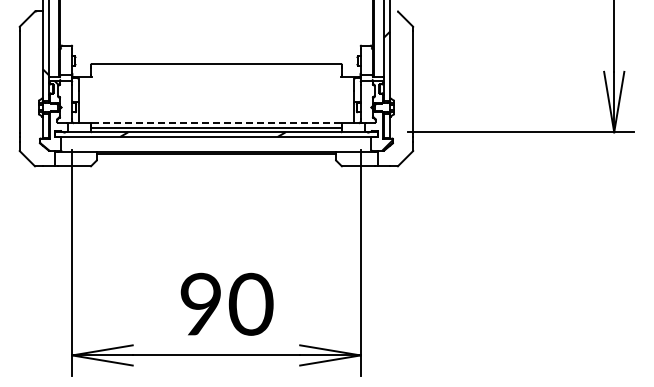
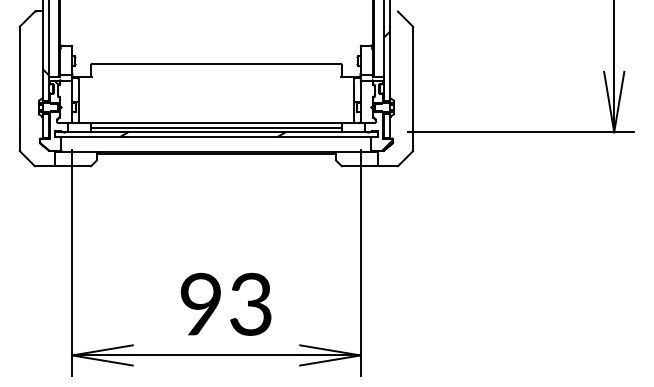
line at (216, 123): dashed -> solid
text at (250, 304): 90 -> 93
